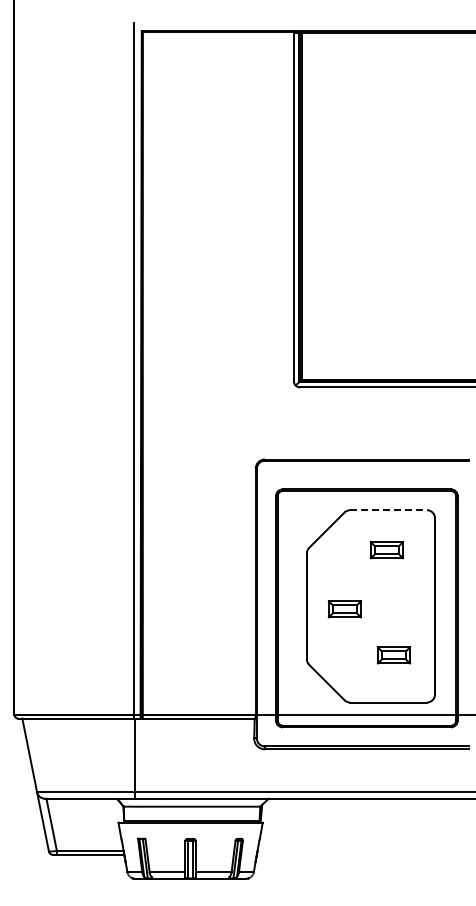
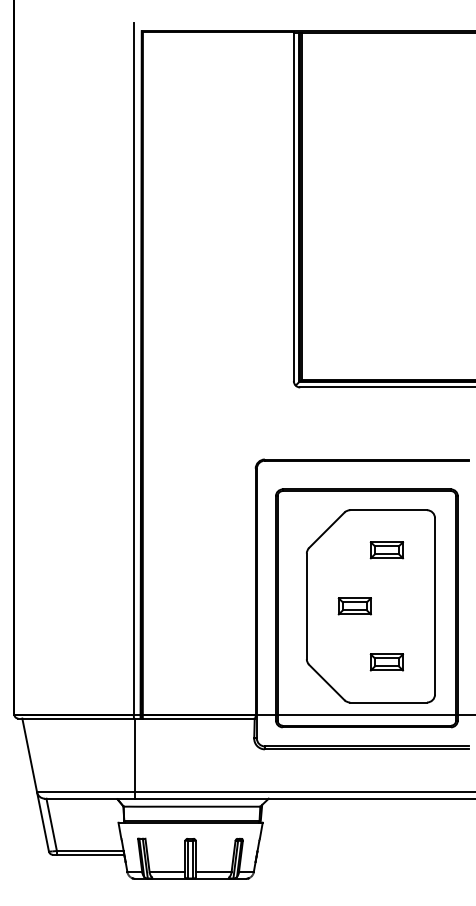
line at (389, 510): dashed -> solid
part at (344, 609) position: (344, 609) -> (354, 606)
part at (393, 655) position: (393, 655) -> (386, 662)
